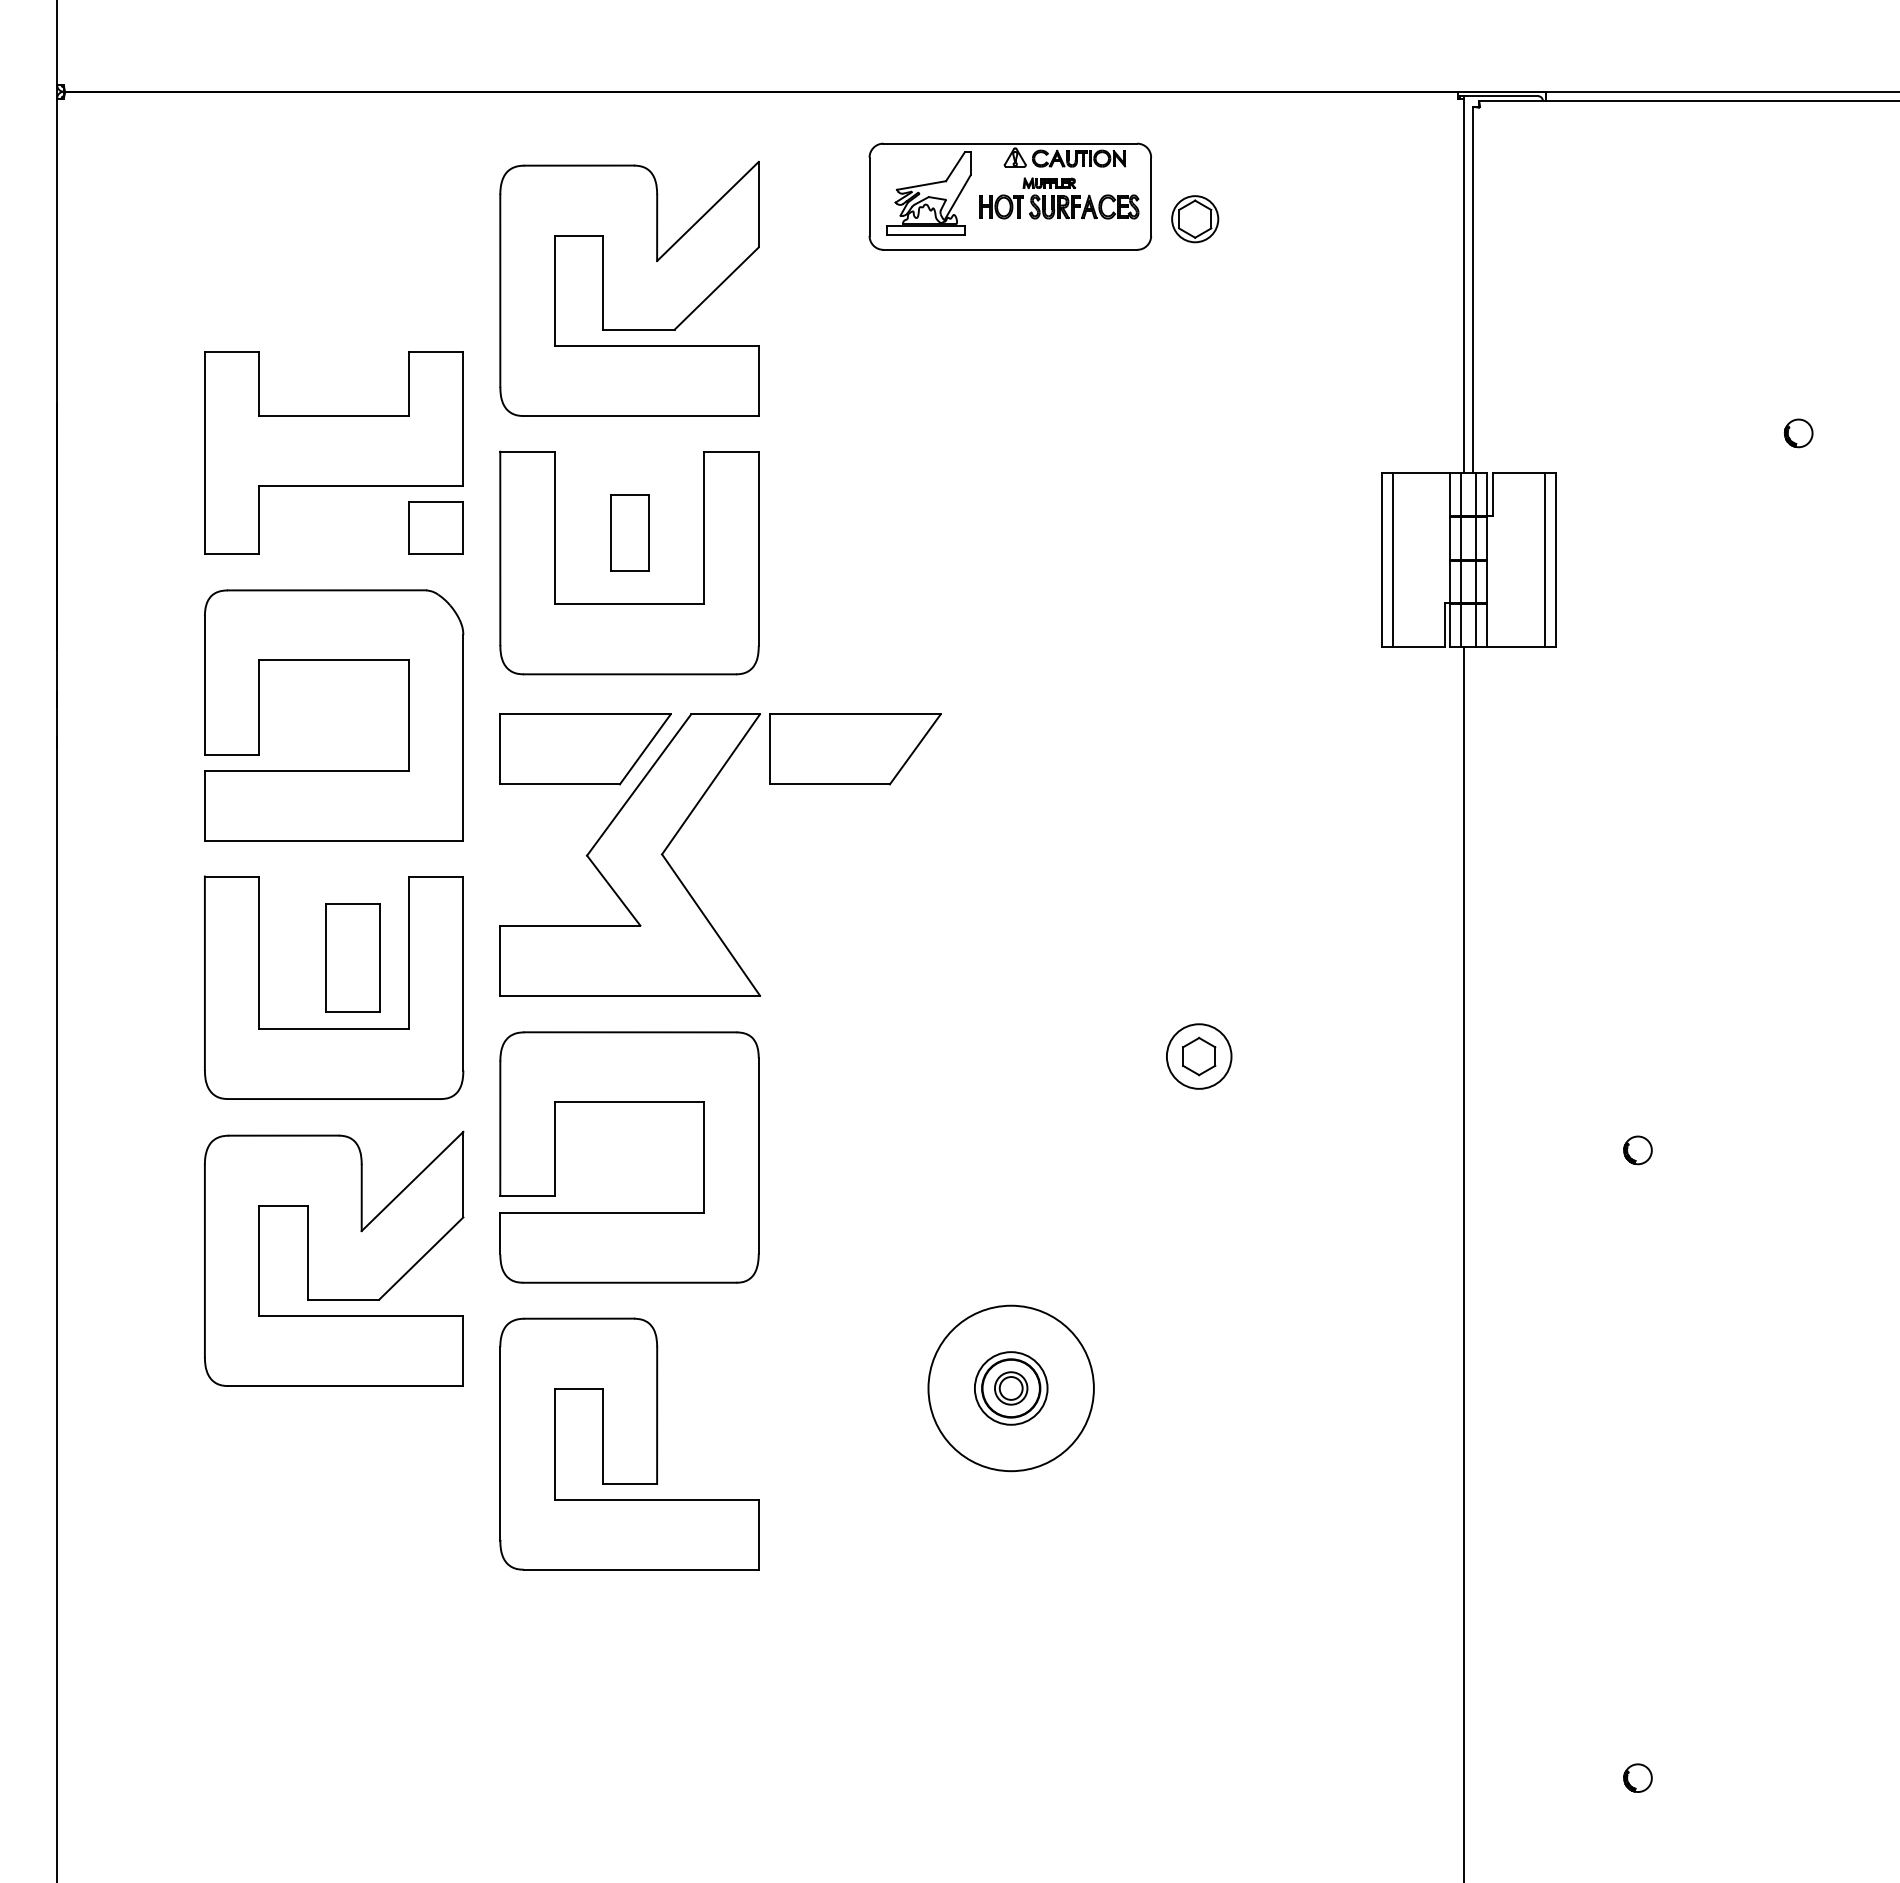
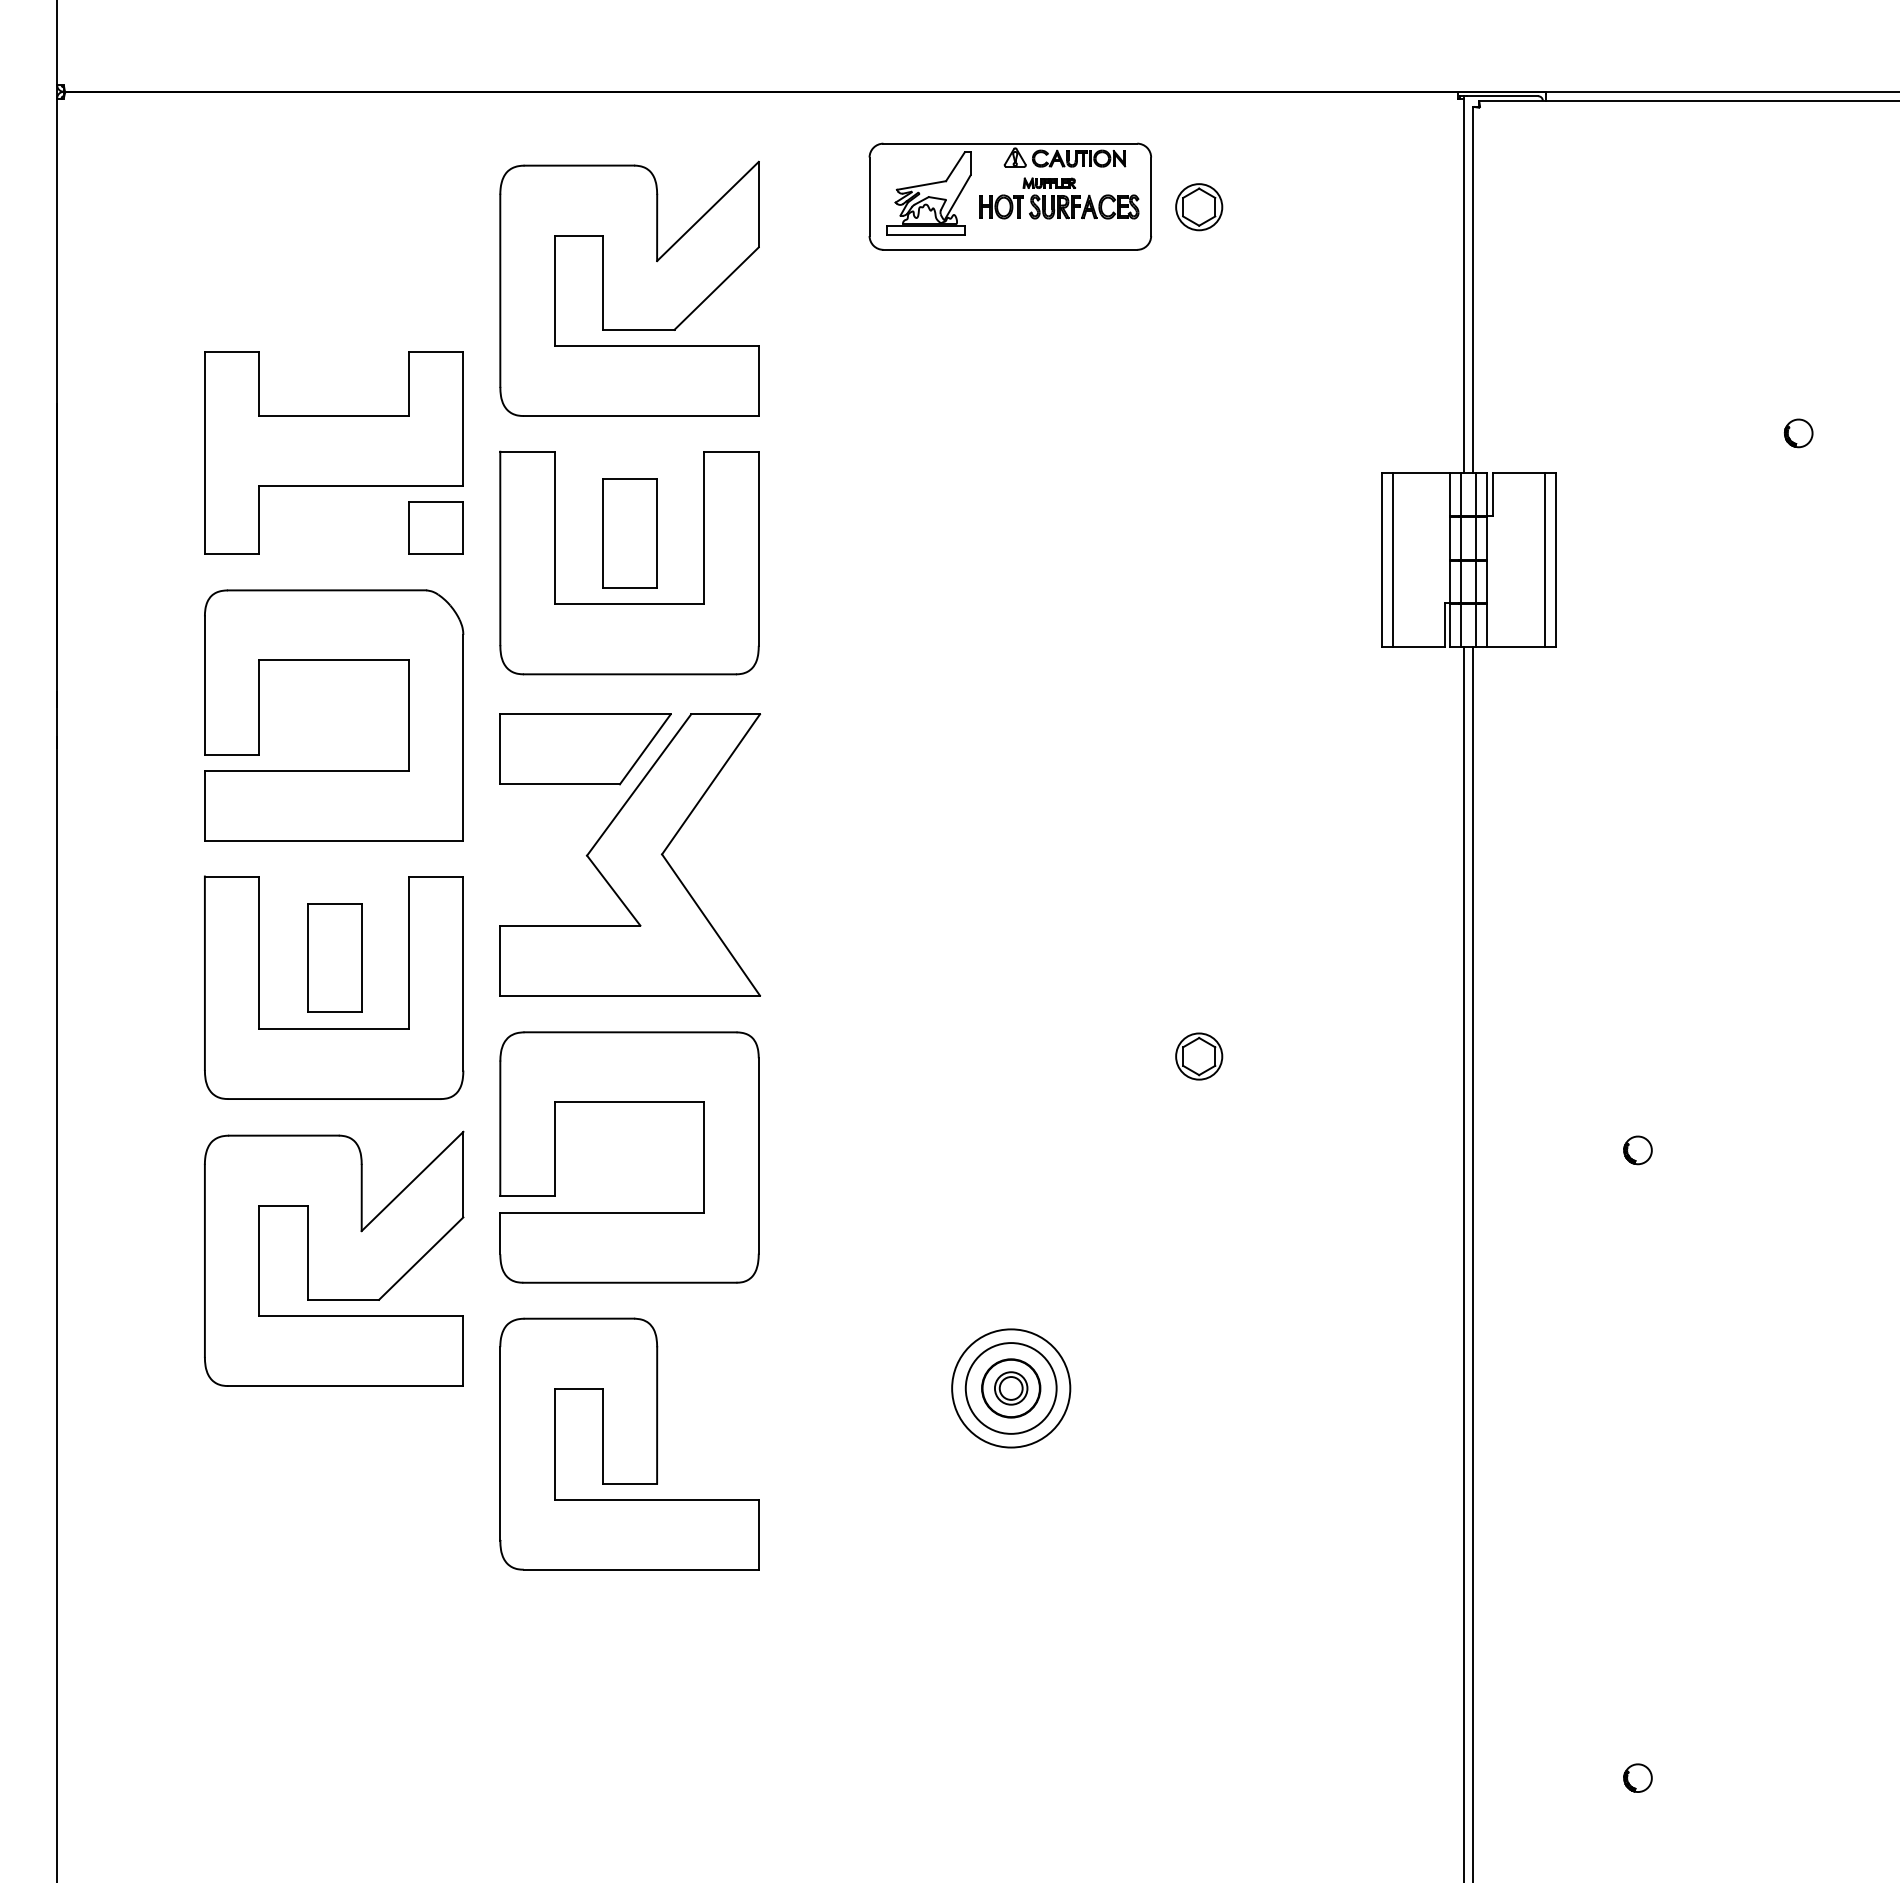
part at (1195, 219) position: (1195, 219) -> (1199, 207)
part at (629, 532) size: 40x78 px -> 56x111 px
part at (855, 749): present -> none
part at (352, 957) position: (352, 957) -> (334, 957)
circle at (1198, 1056) diameter: 65 px -> 46 px
line at (1473, 1262): none -> present
circle at (1010, 1388) diameter: 165 px -> 118 px
circle at (1010, 1388) diameter: 73 px -> 91 px
